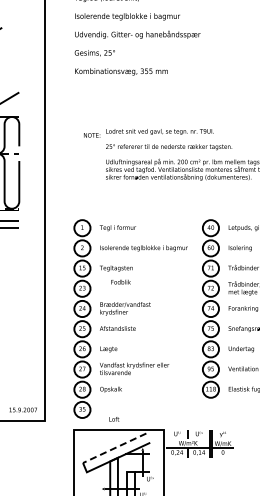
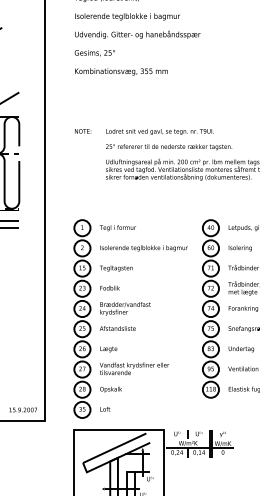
text at (92, 135) position: (92, 135) -> (83, 131)
text at (120, 281) position: (120, 281) -> (109, 287)
text at (114, 419) position: (114, 419) -> (105, 409)
line at (114, 448): dashed -> solid
